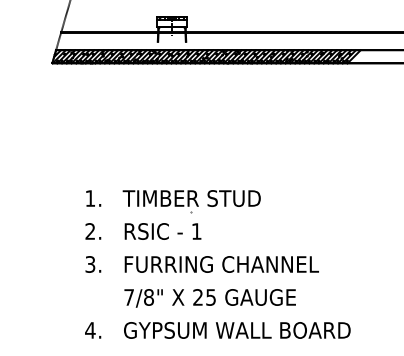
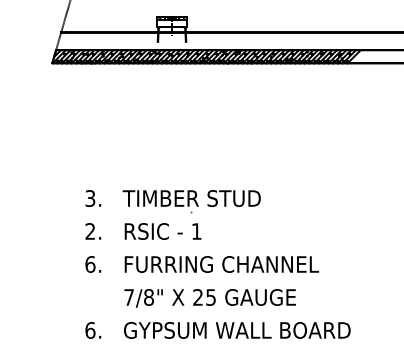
text at (90, 198): 1. -> 3.
text at (90, 264): 3. -> 6.
text at (90, 330): 4. -> 6.
